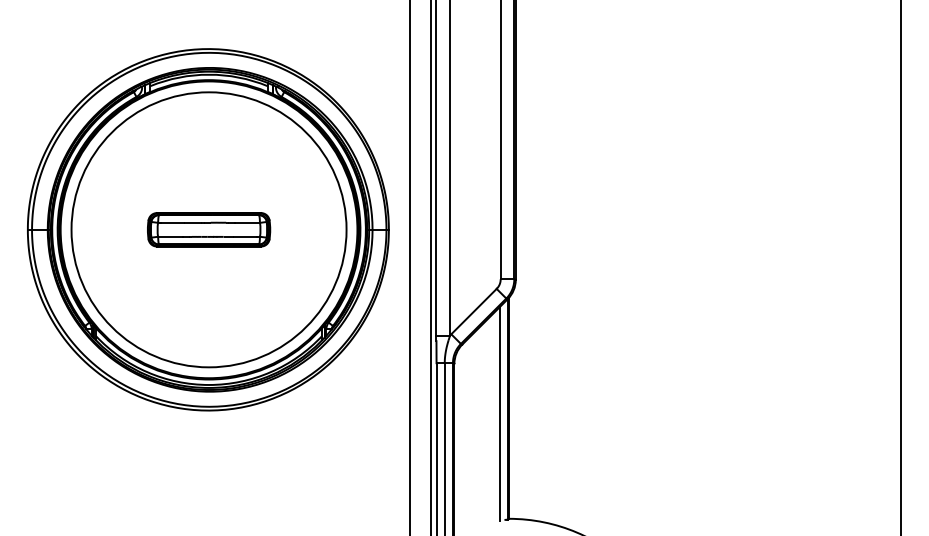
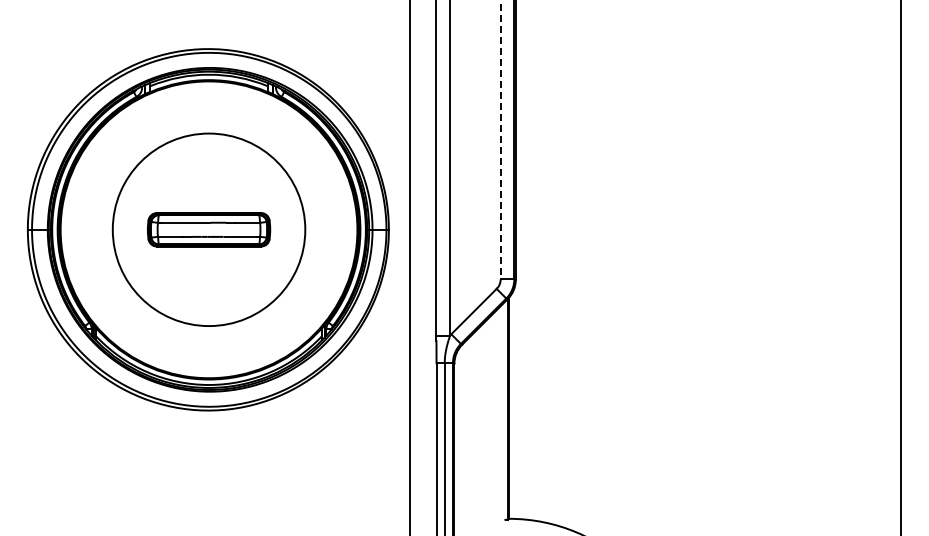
line at (500, 140): solid -> dashed
circle at (208, 229) diameter: 275 px -> 193 px
line at (430, 267): present -> none
line at (499, 414): present -> none
